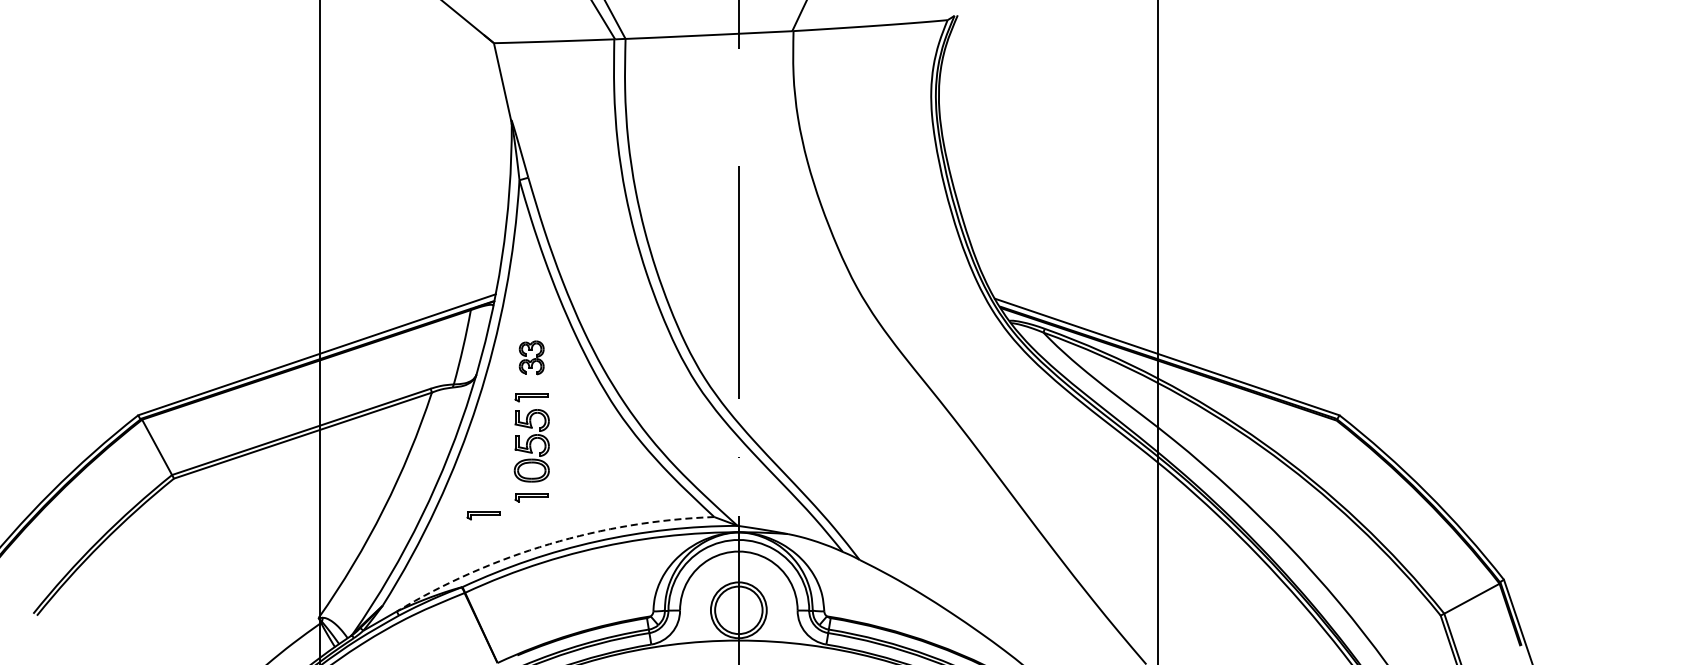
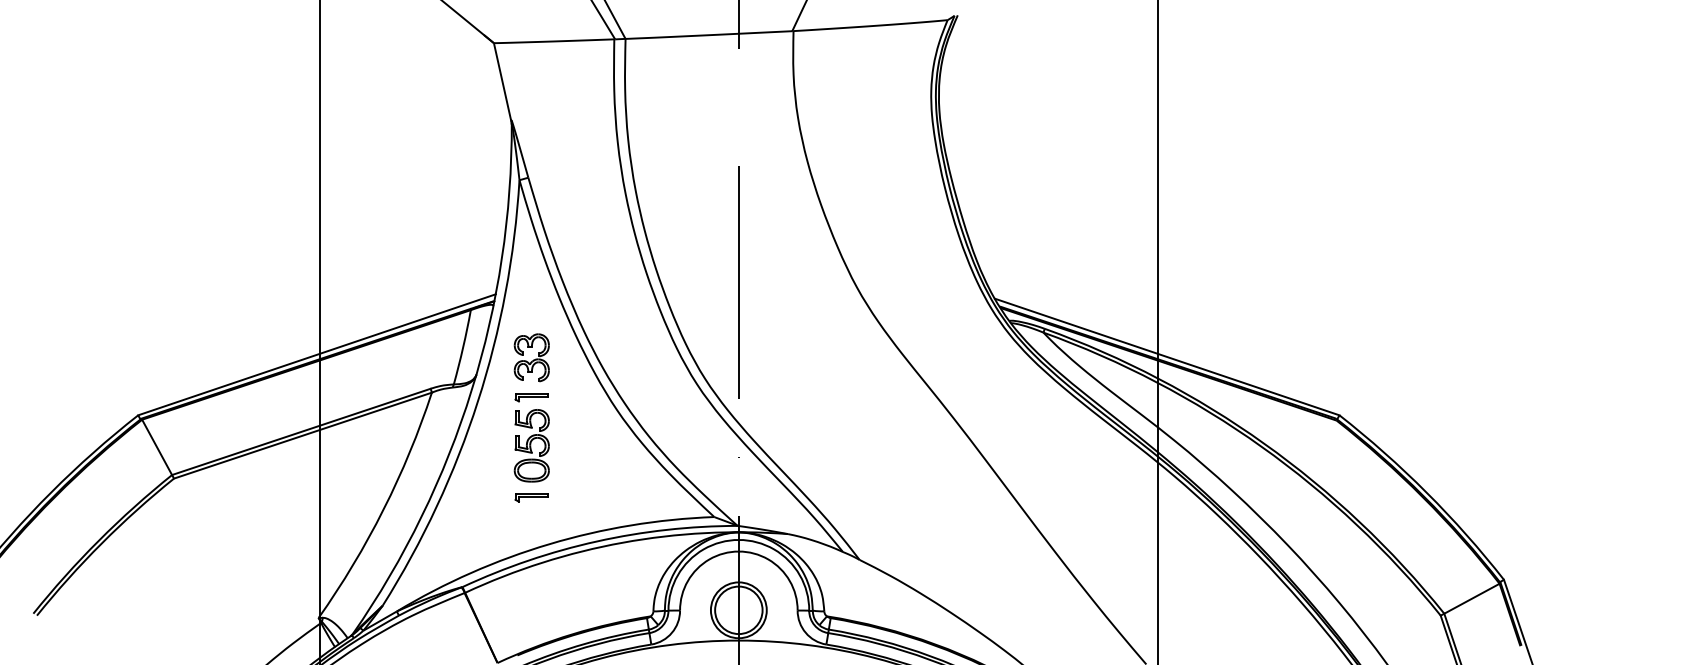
part at (531, 357) size: 27x36 px -> 37x50 px
part at (483, 515): present -> none
arc at (549, 544): dashed -> solid
